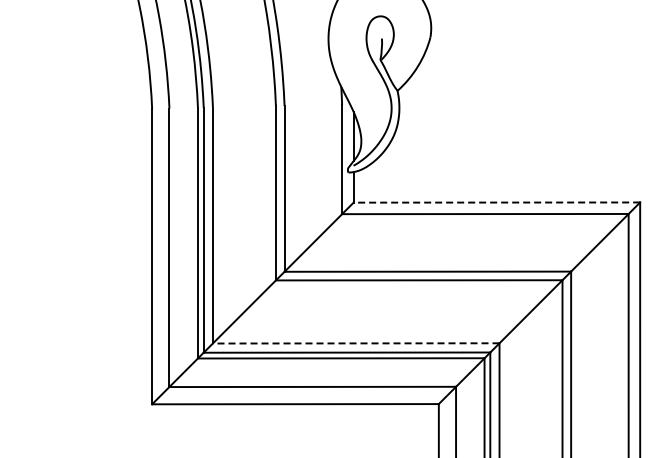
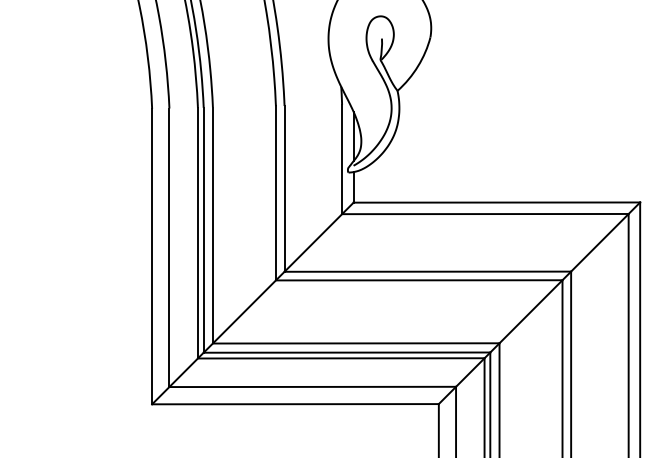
line at (496, 202): dashed -> solid
line at (355, 343): dashed -> solid
